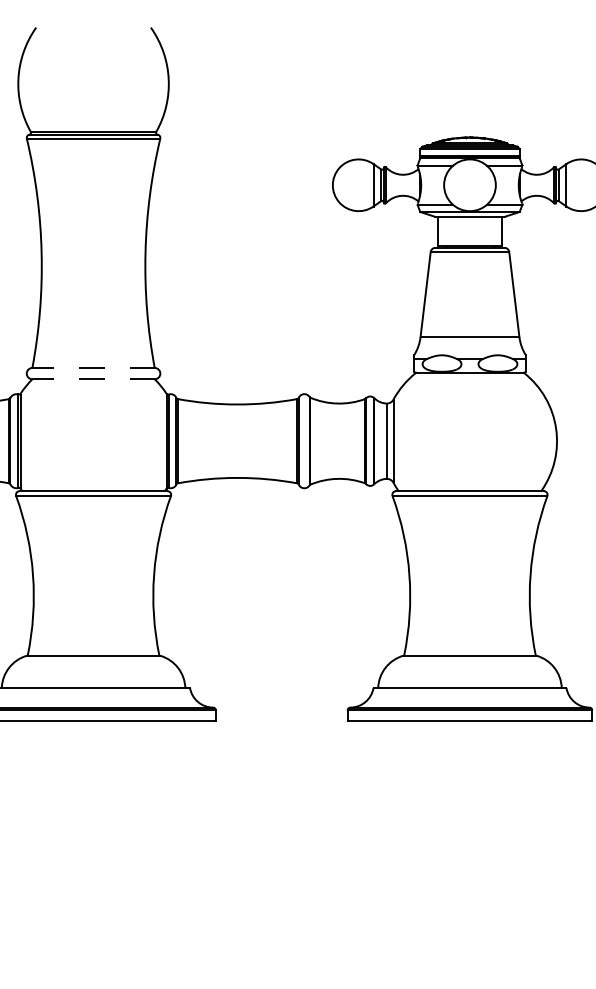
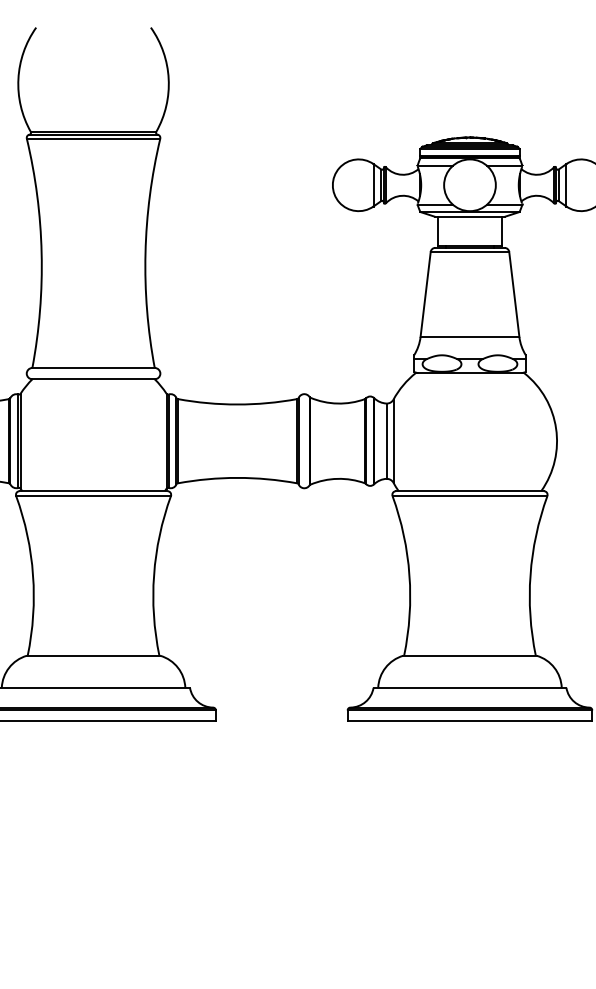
line at (93, 367): dashed -> solid
line at (93, 379): dashed -> solid
